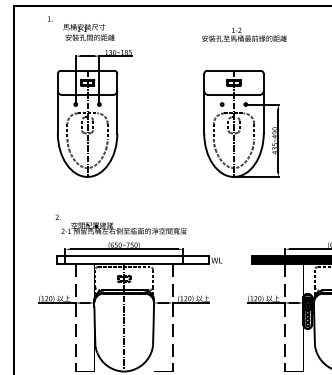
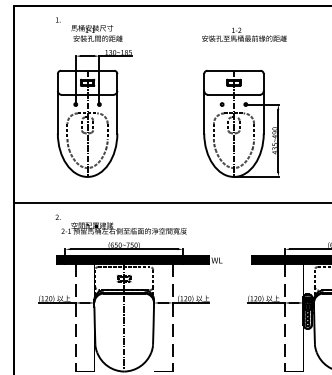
text at (81, 28) position: (81, 28) -> (89, 29)
line at (171, 203): none -> present
hatch at (132, 259): none -> present
